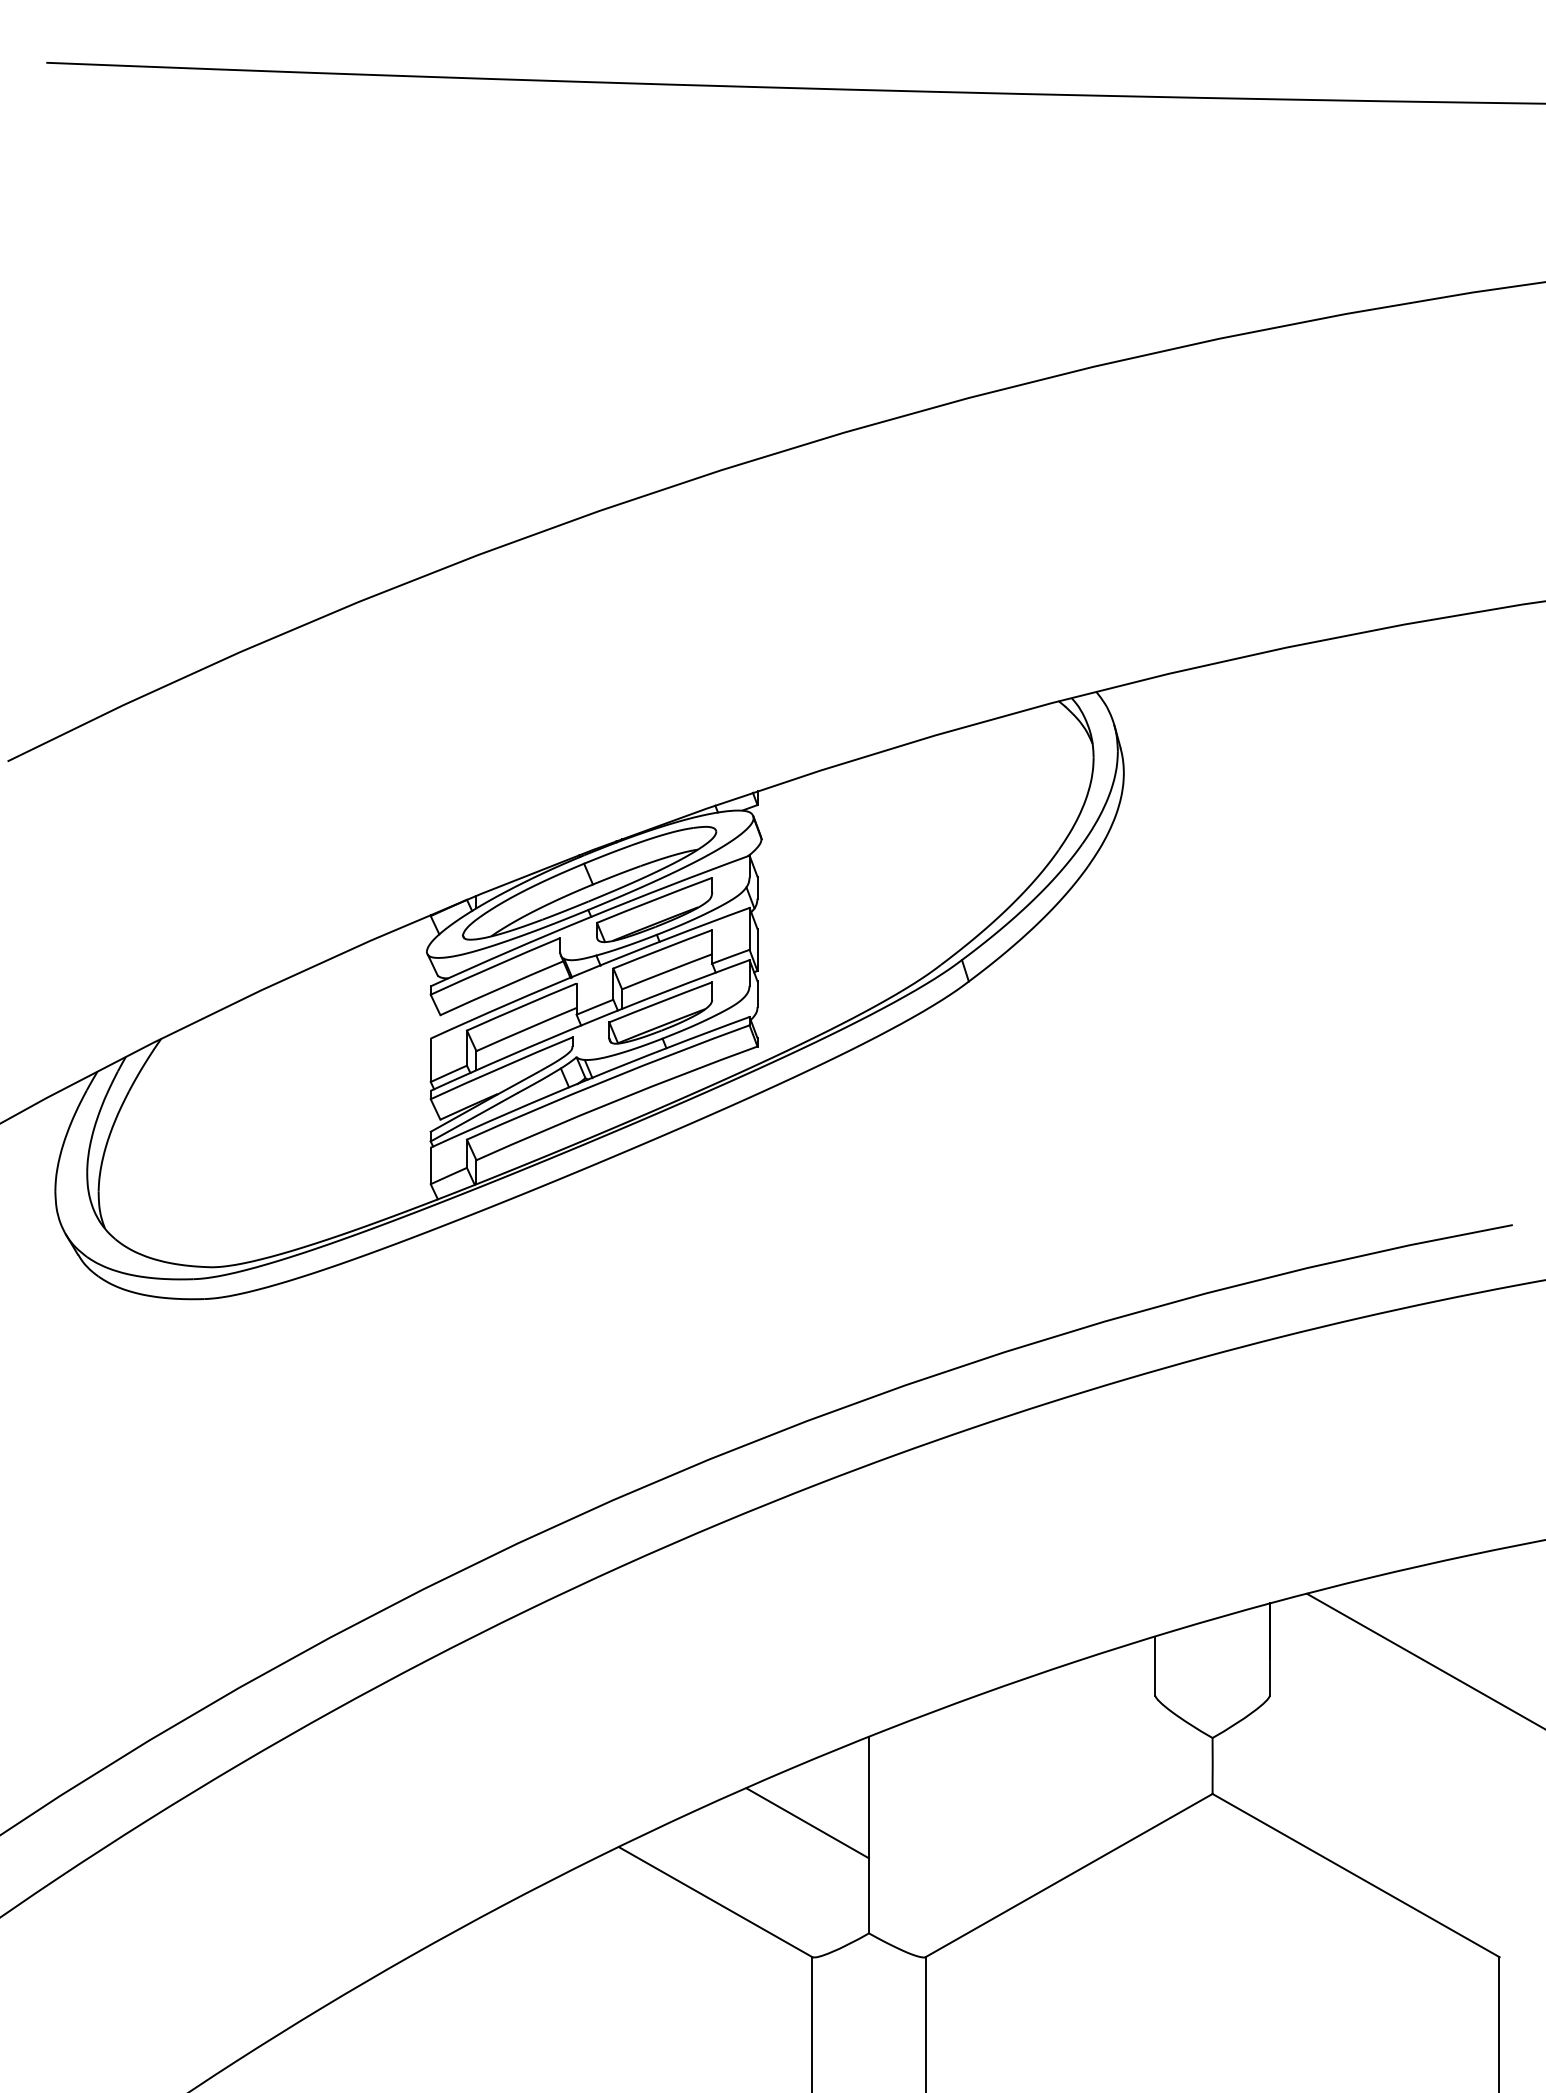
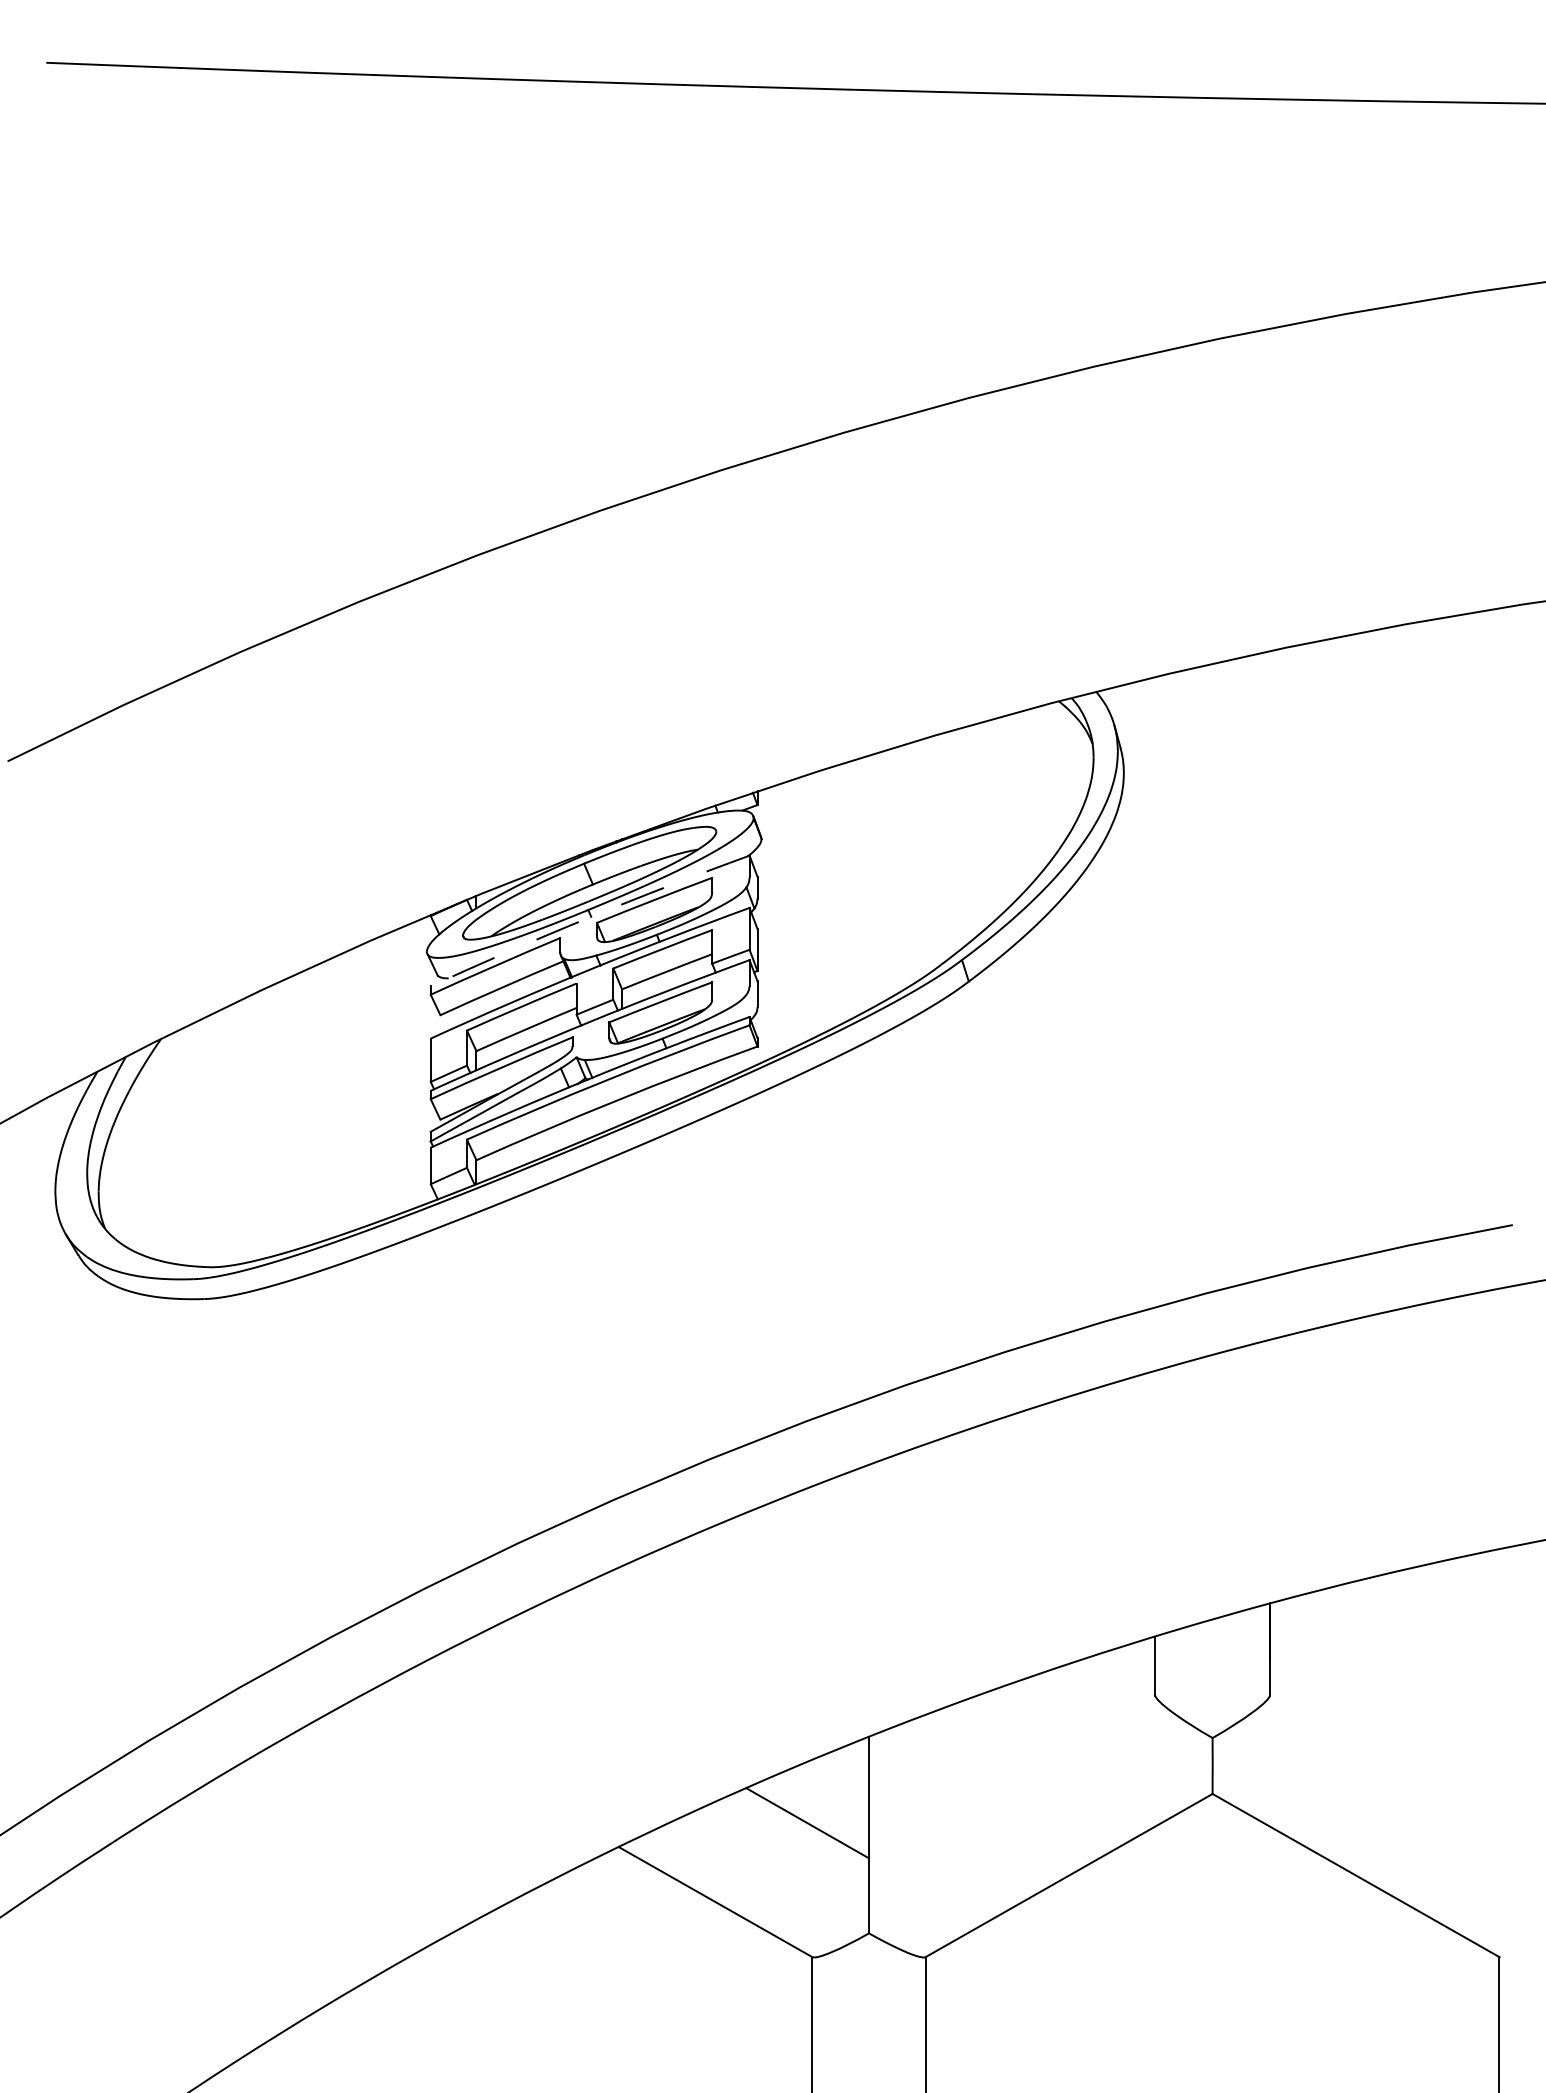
arc at (588, 917): solid -> dashed
line at (1424, 1660): present -> none
